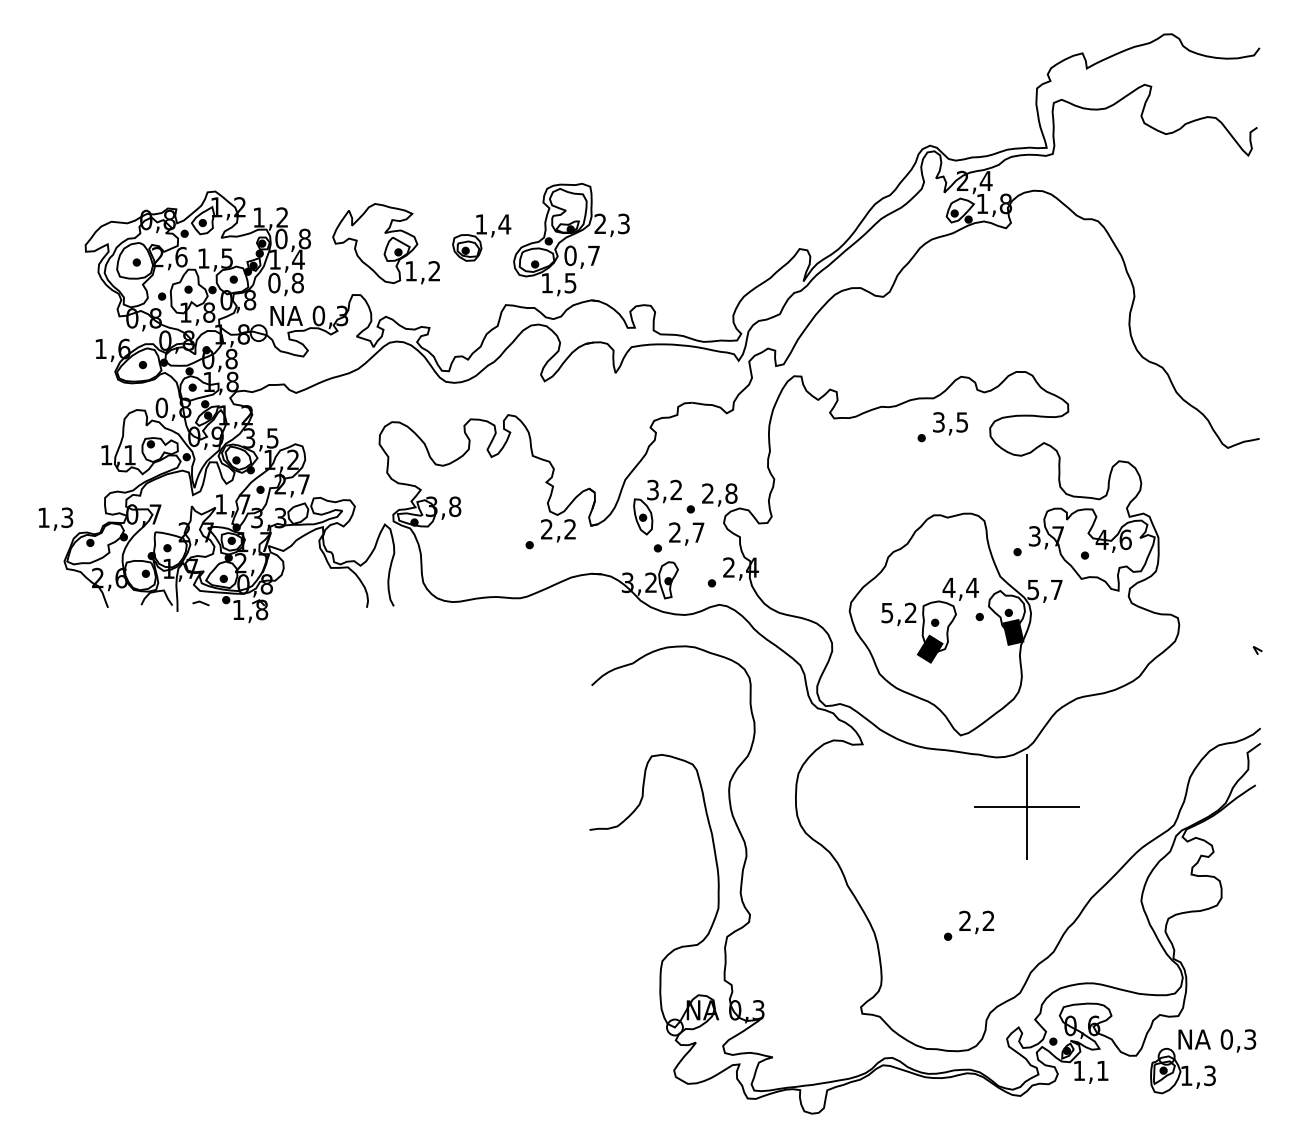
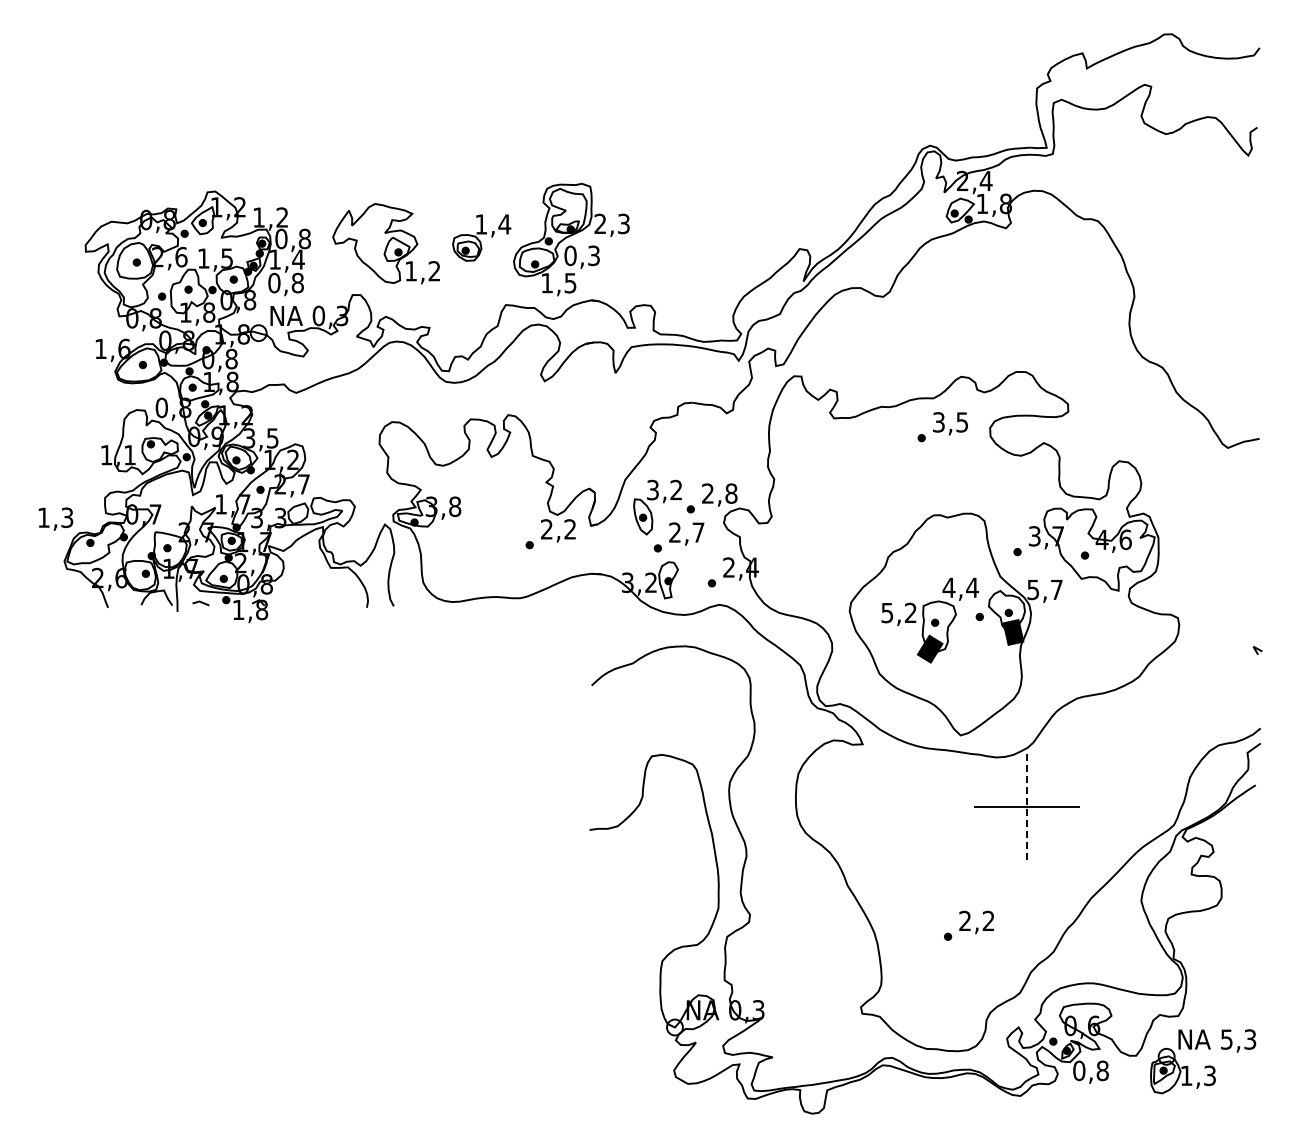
text at (593, 255): 0,7 -> 0,3
line at (1027, 807): solid -> dashed
text at (1226, 1039): 0,3 -> 5,3
text at (1090, 1070): 1,1 -> 0,8
